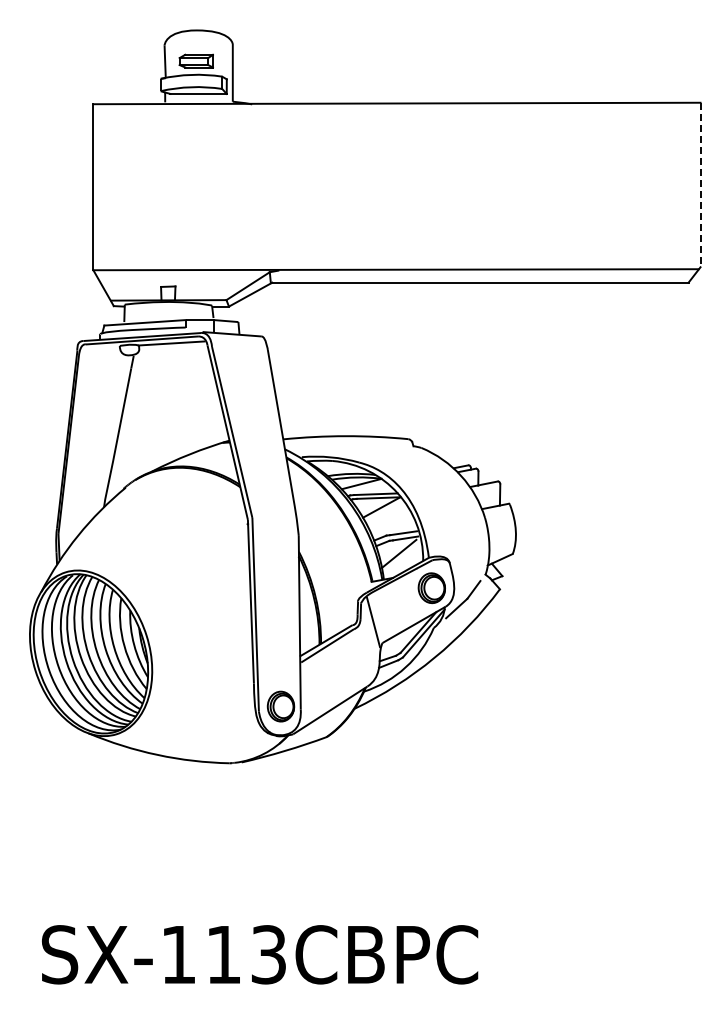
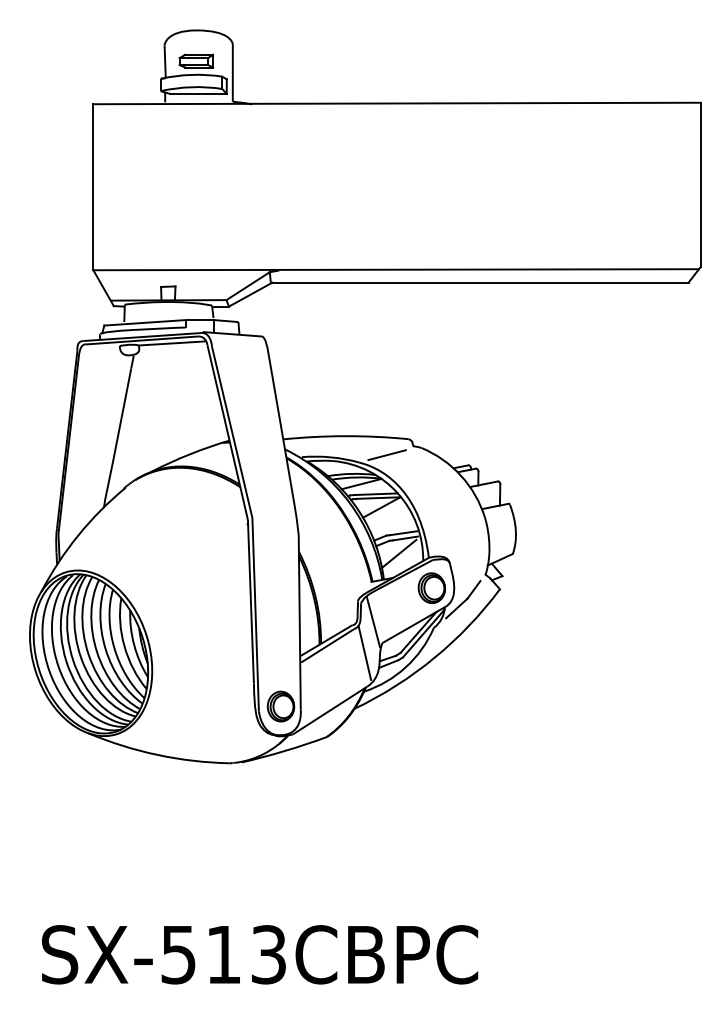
line at (700, 185): dashed -> solid
line at (386, 455): none -> present
line at (364, 652): none -> present
text at (178, 955): SX-113CBPC -> SX-513CBPC
